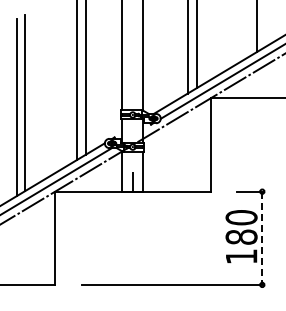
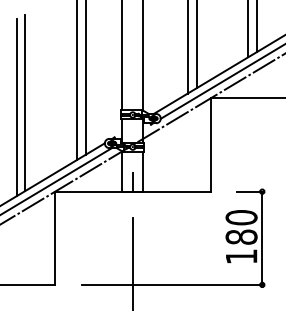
line at (248, 29): none -> present
line at (262, 238): dashed -> solid
line at (132, 262): none -> present
